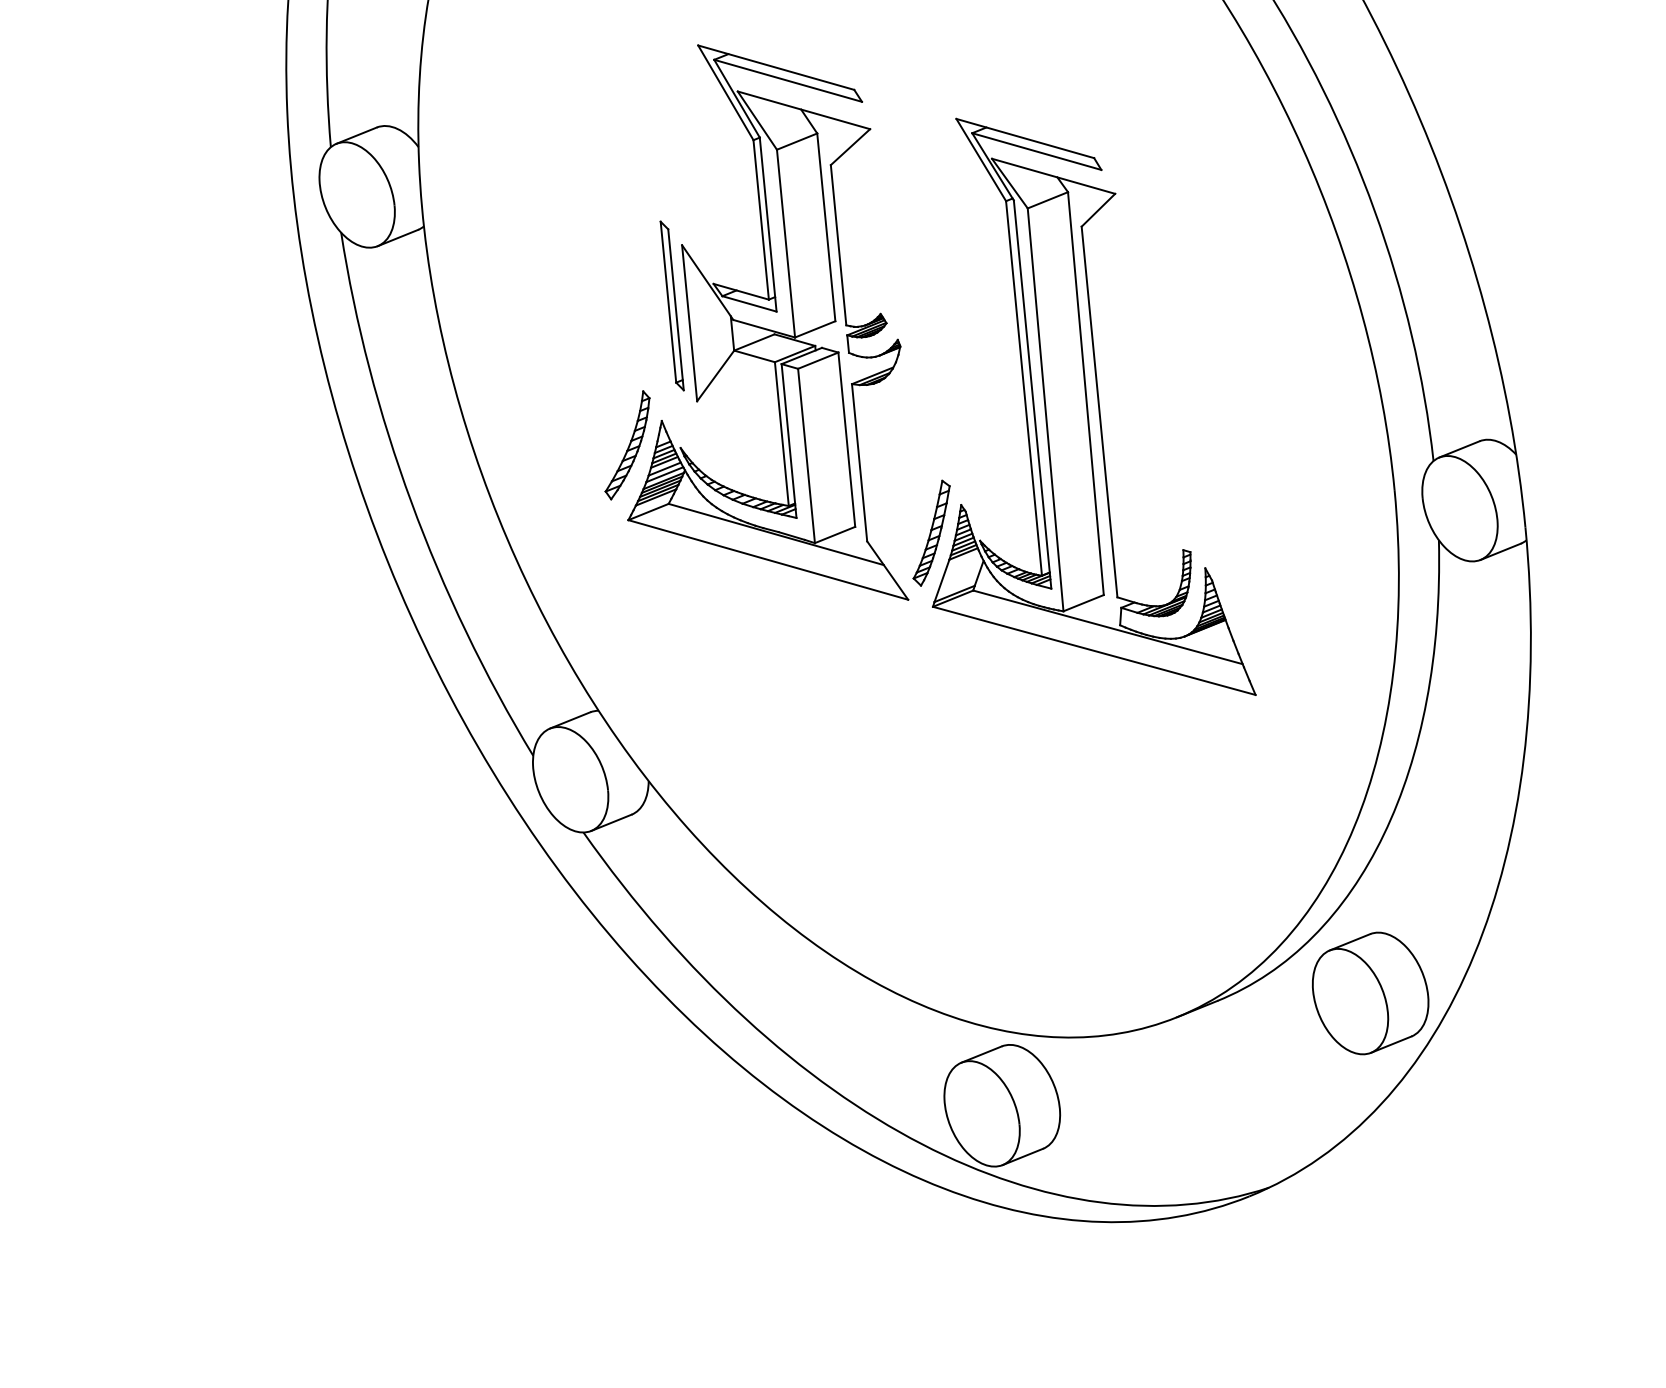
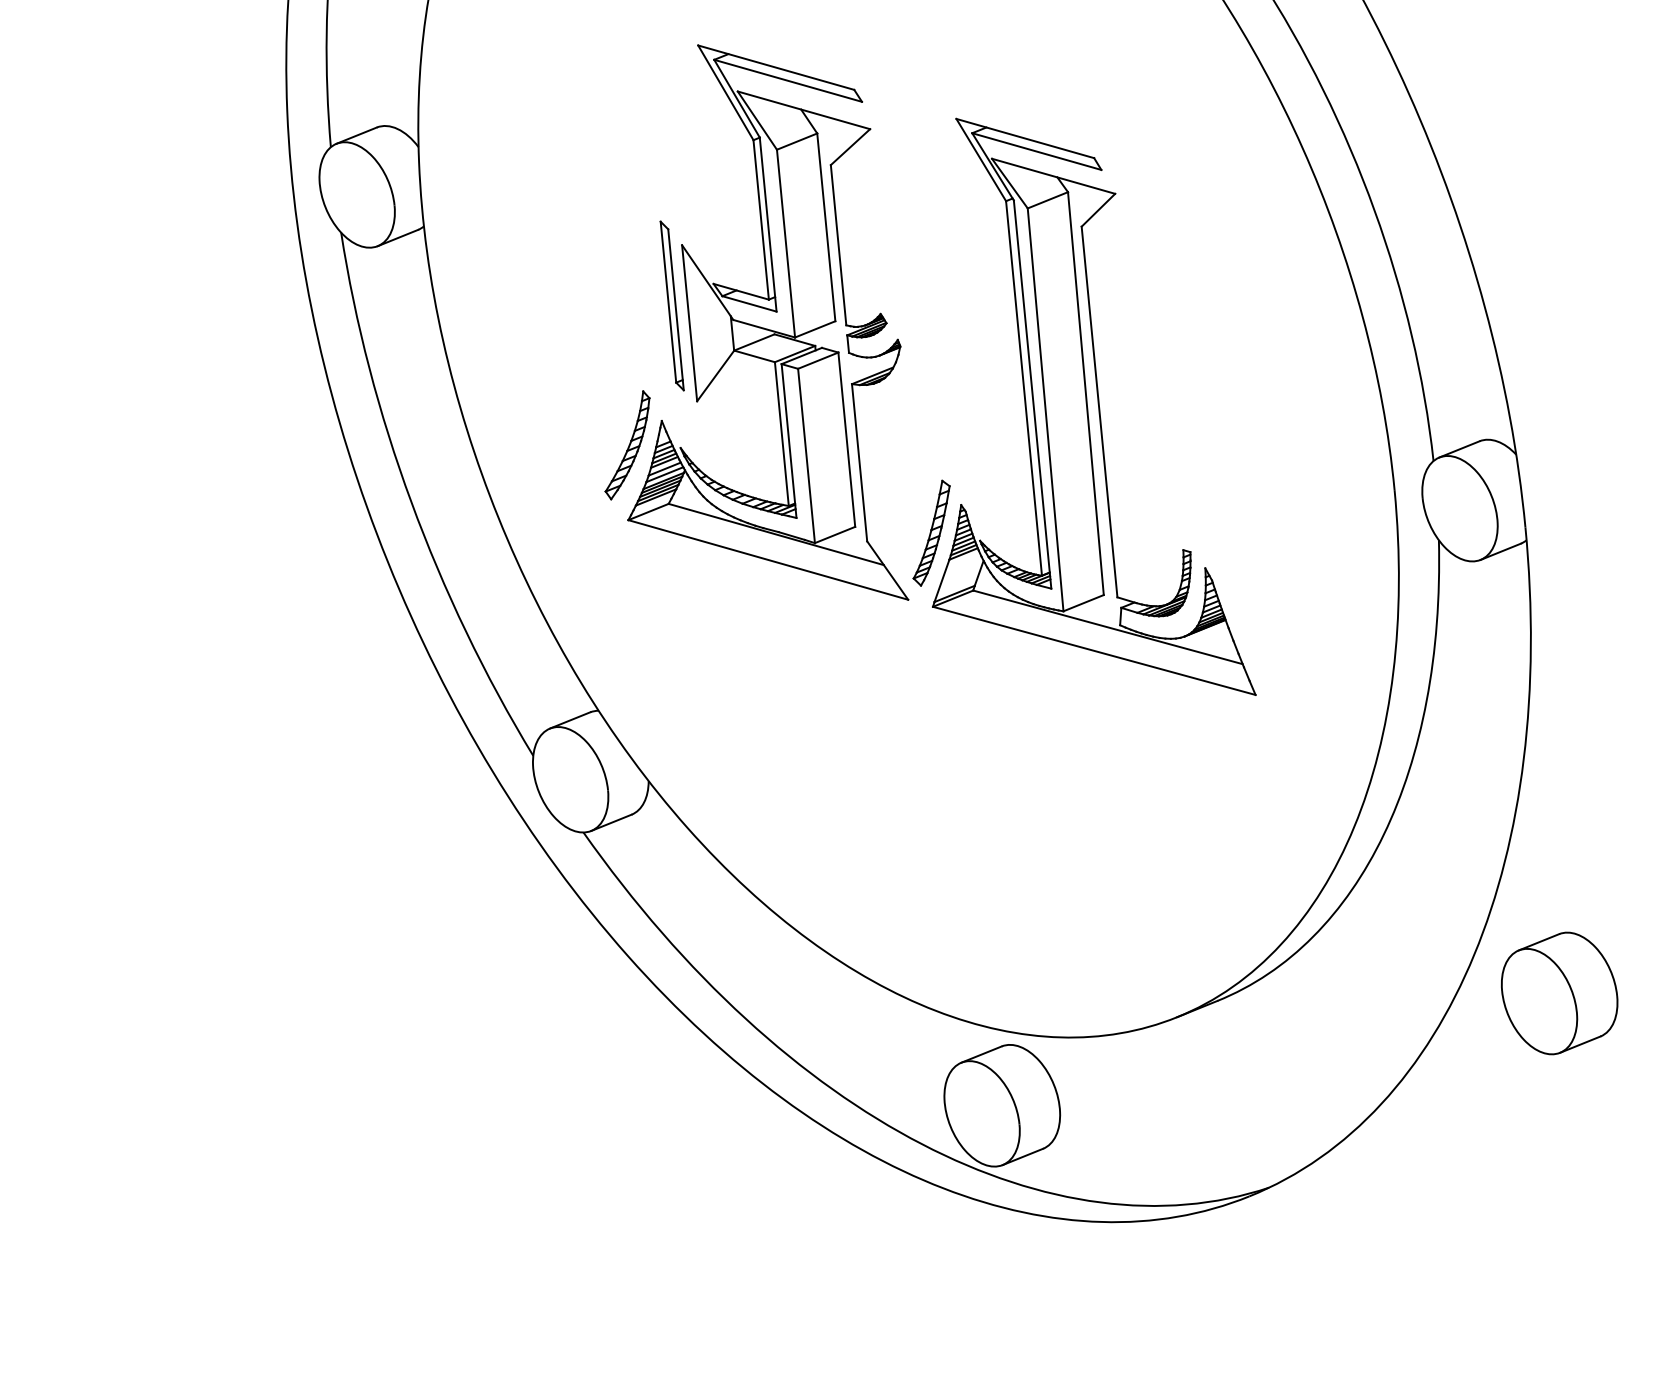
part at (1370, 993) position: (1370, 993) -> (1559, 993)
